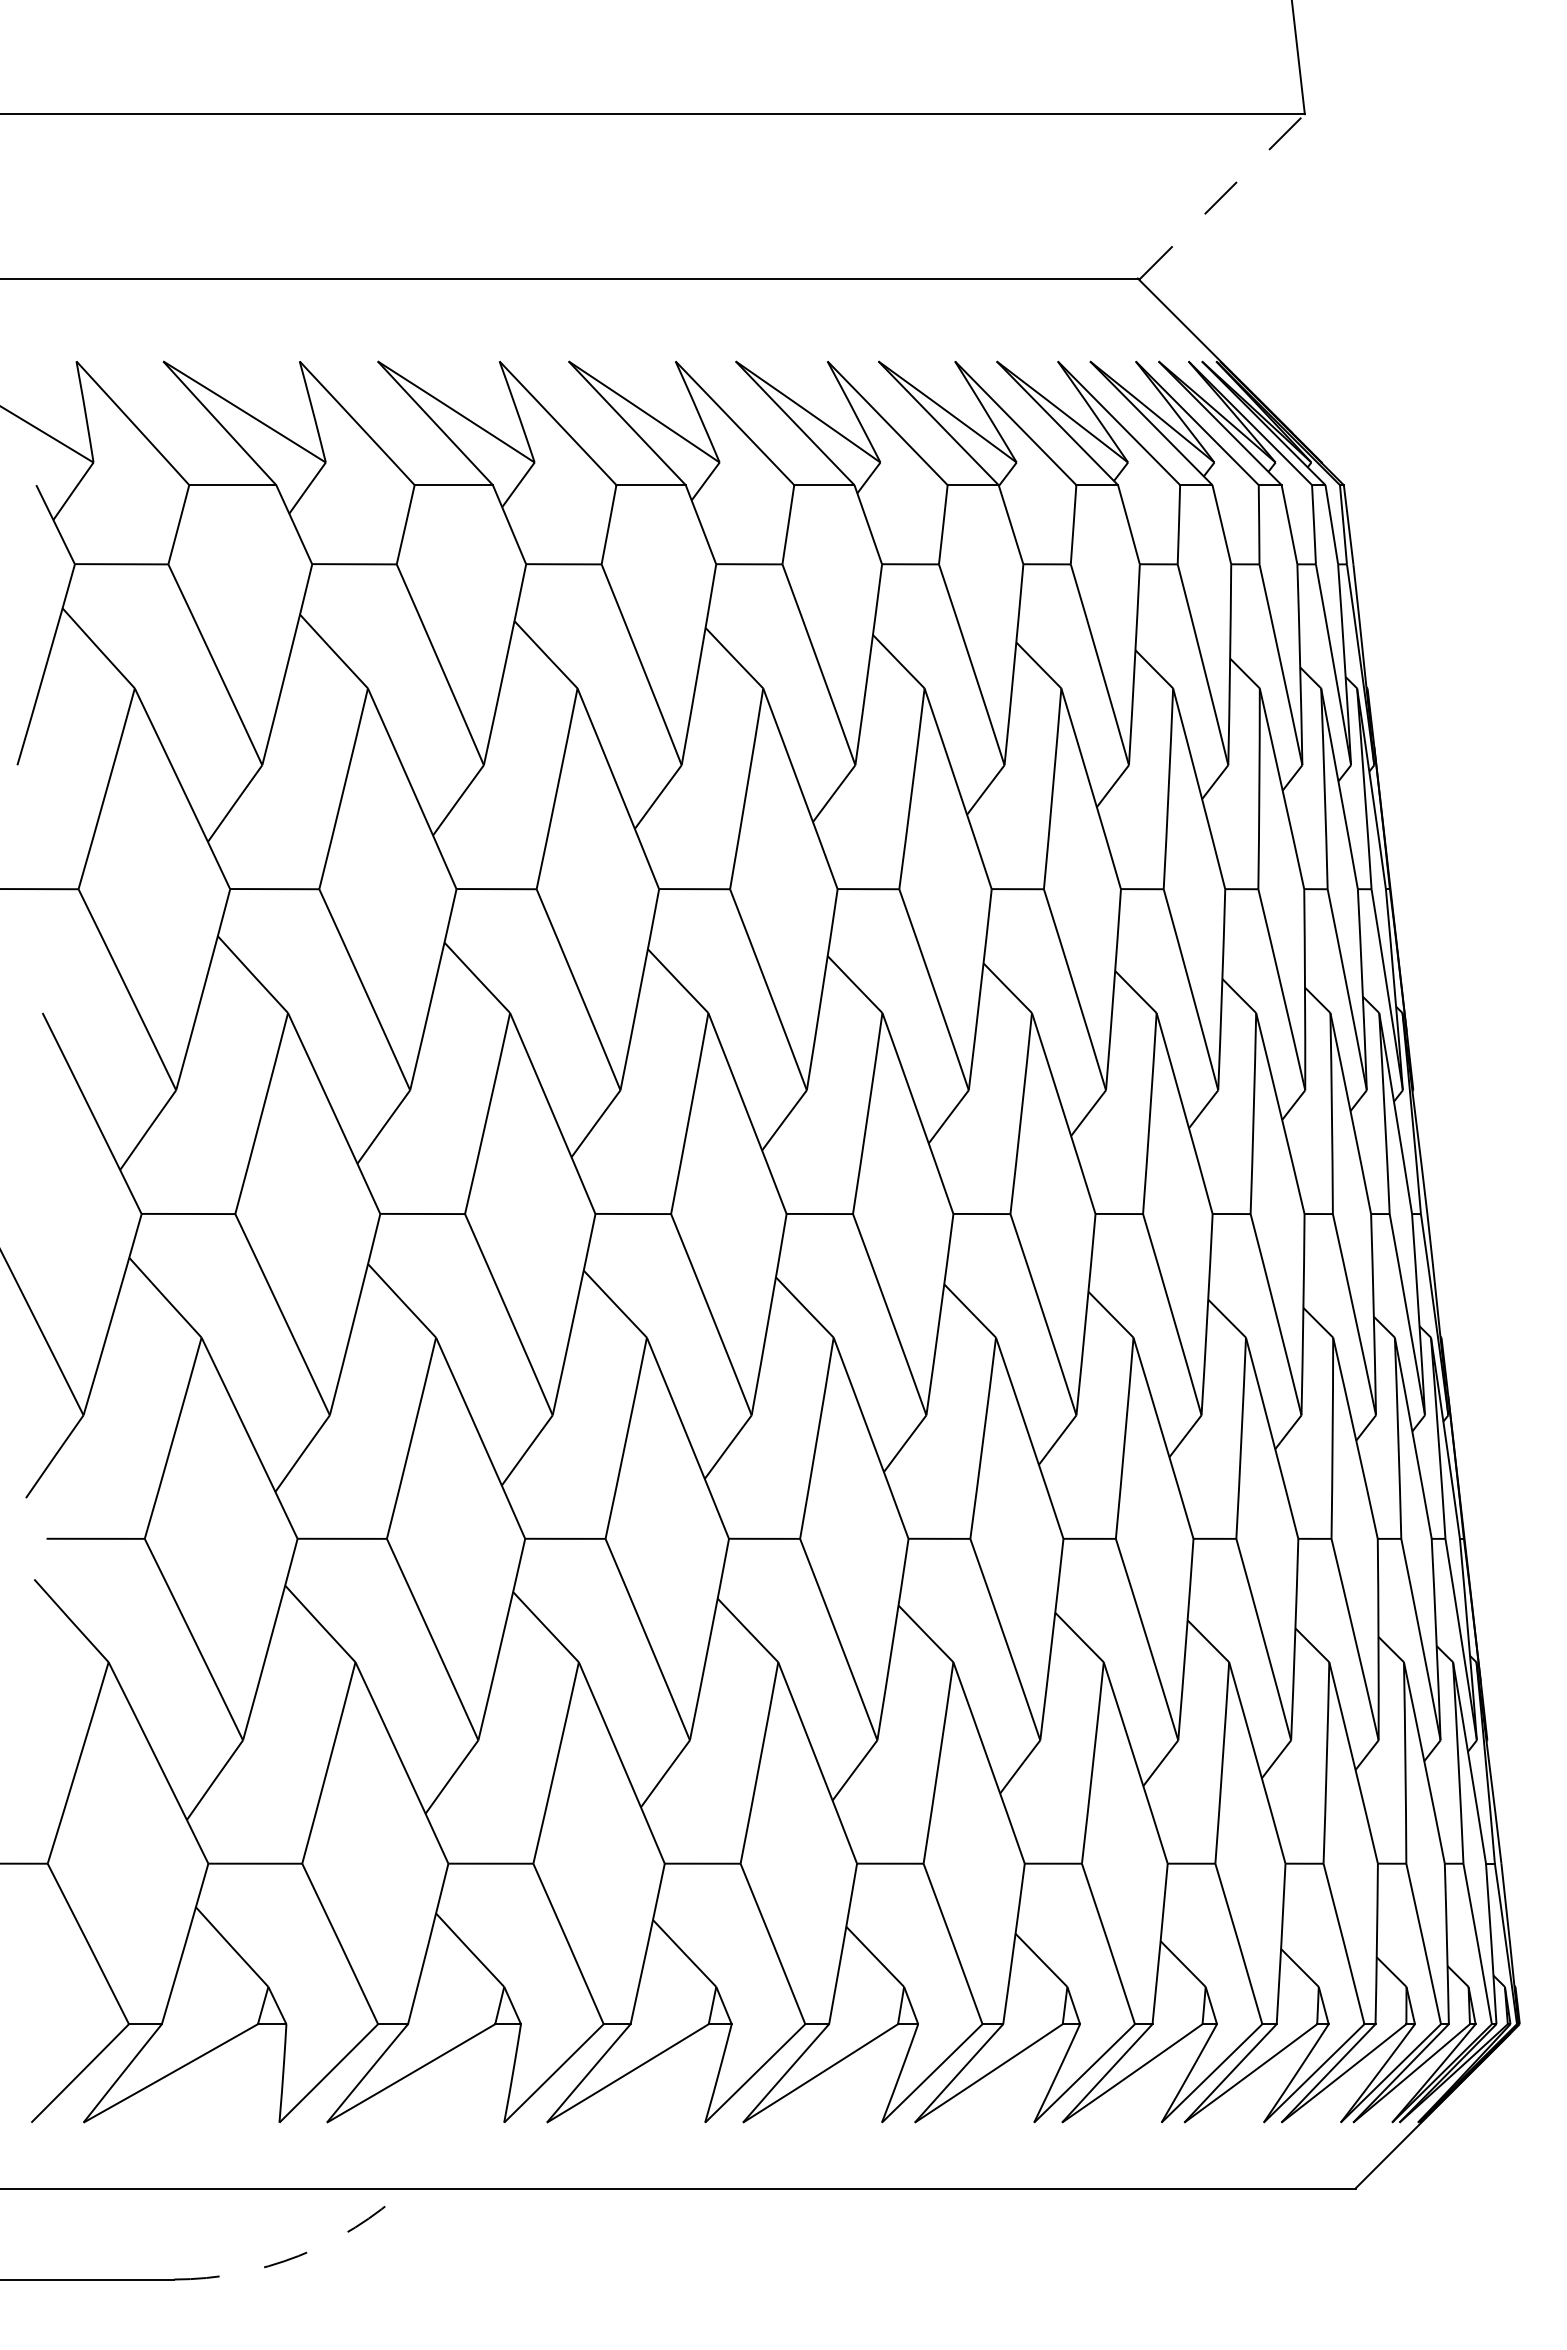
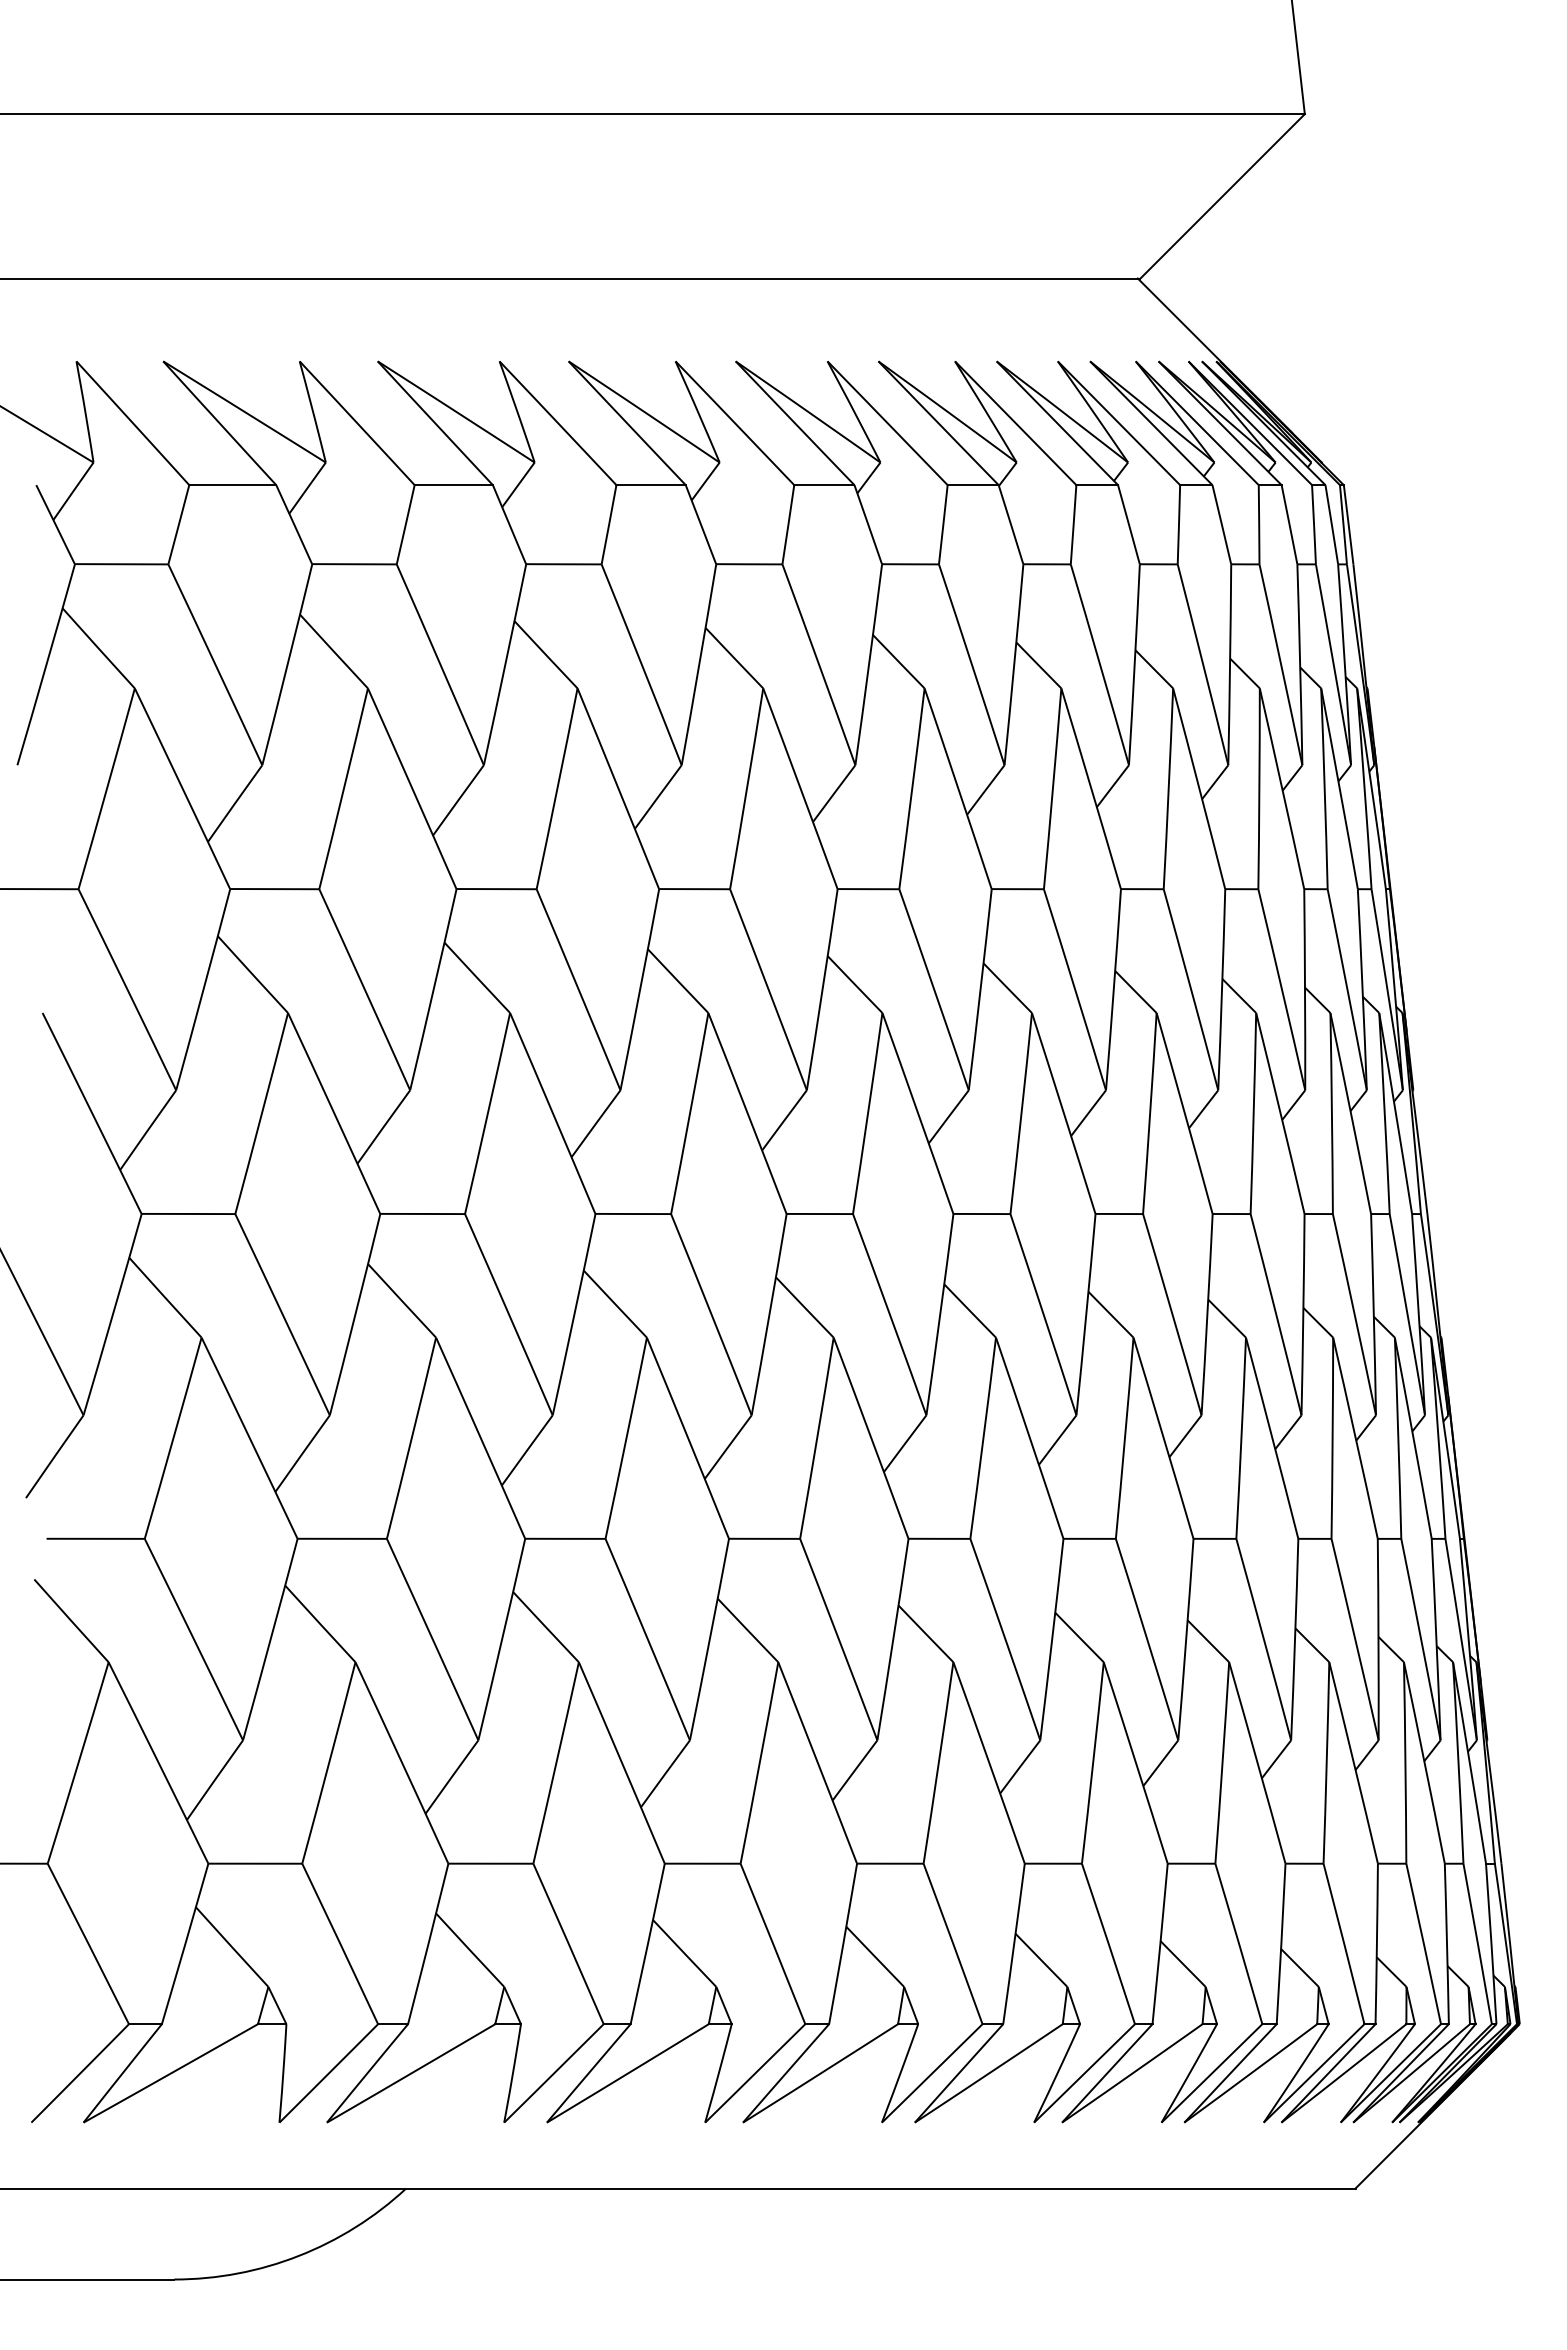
line at (1223, 196): dashed -> solid
arc at (298, 2255): dashed -> solid
